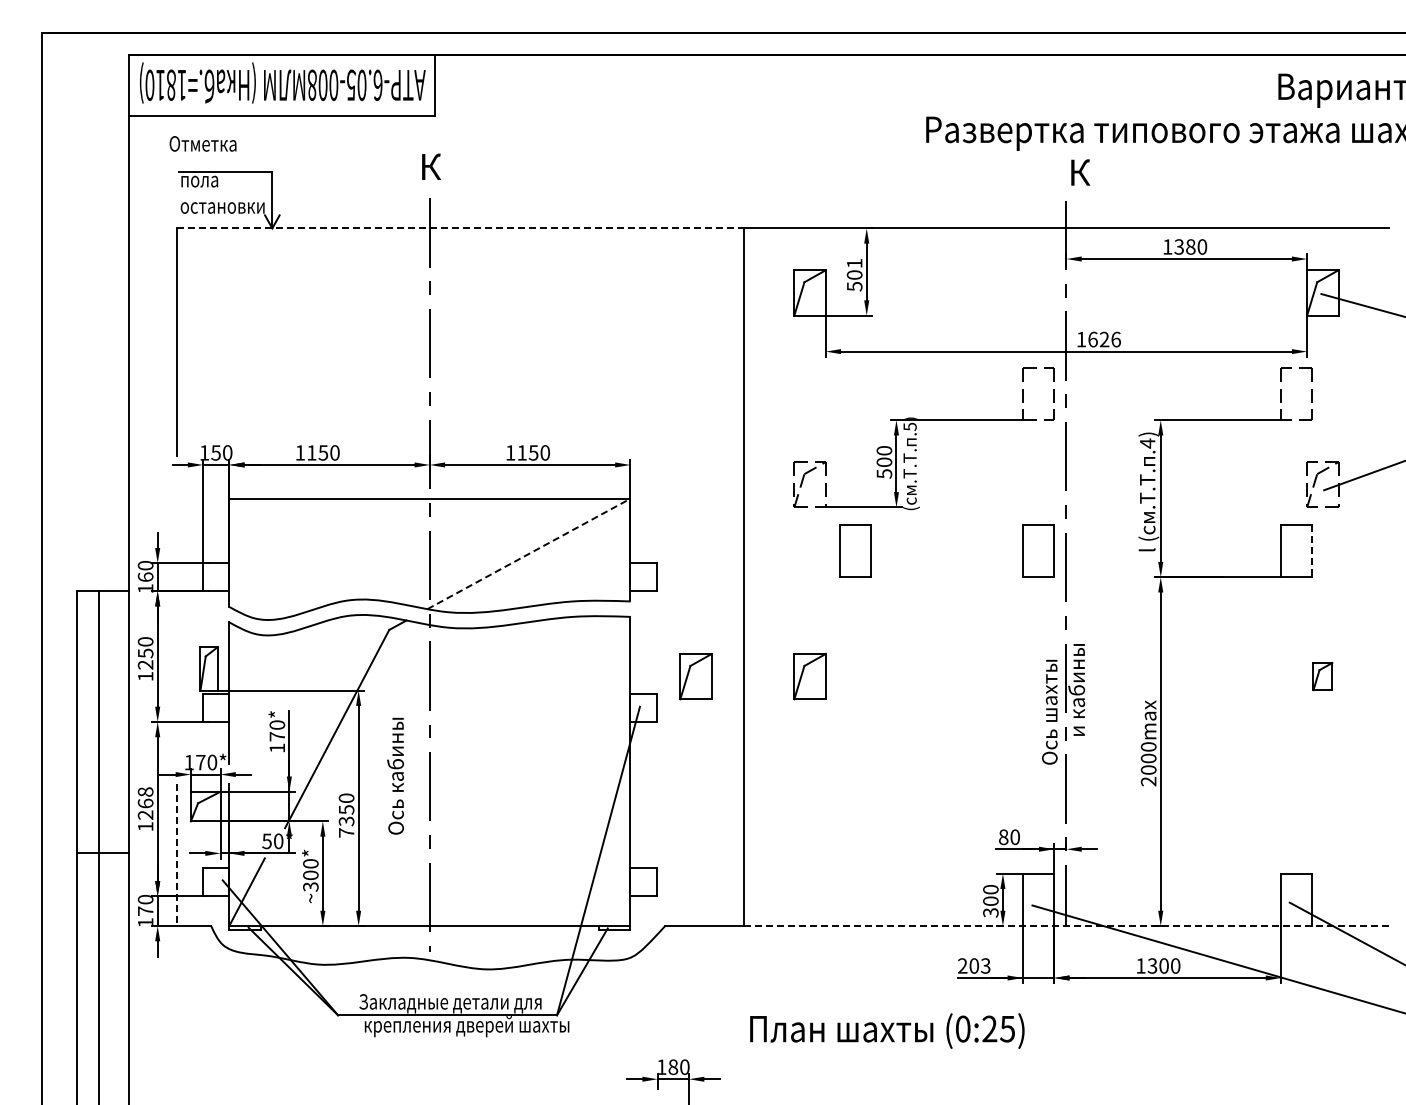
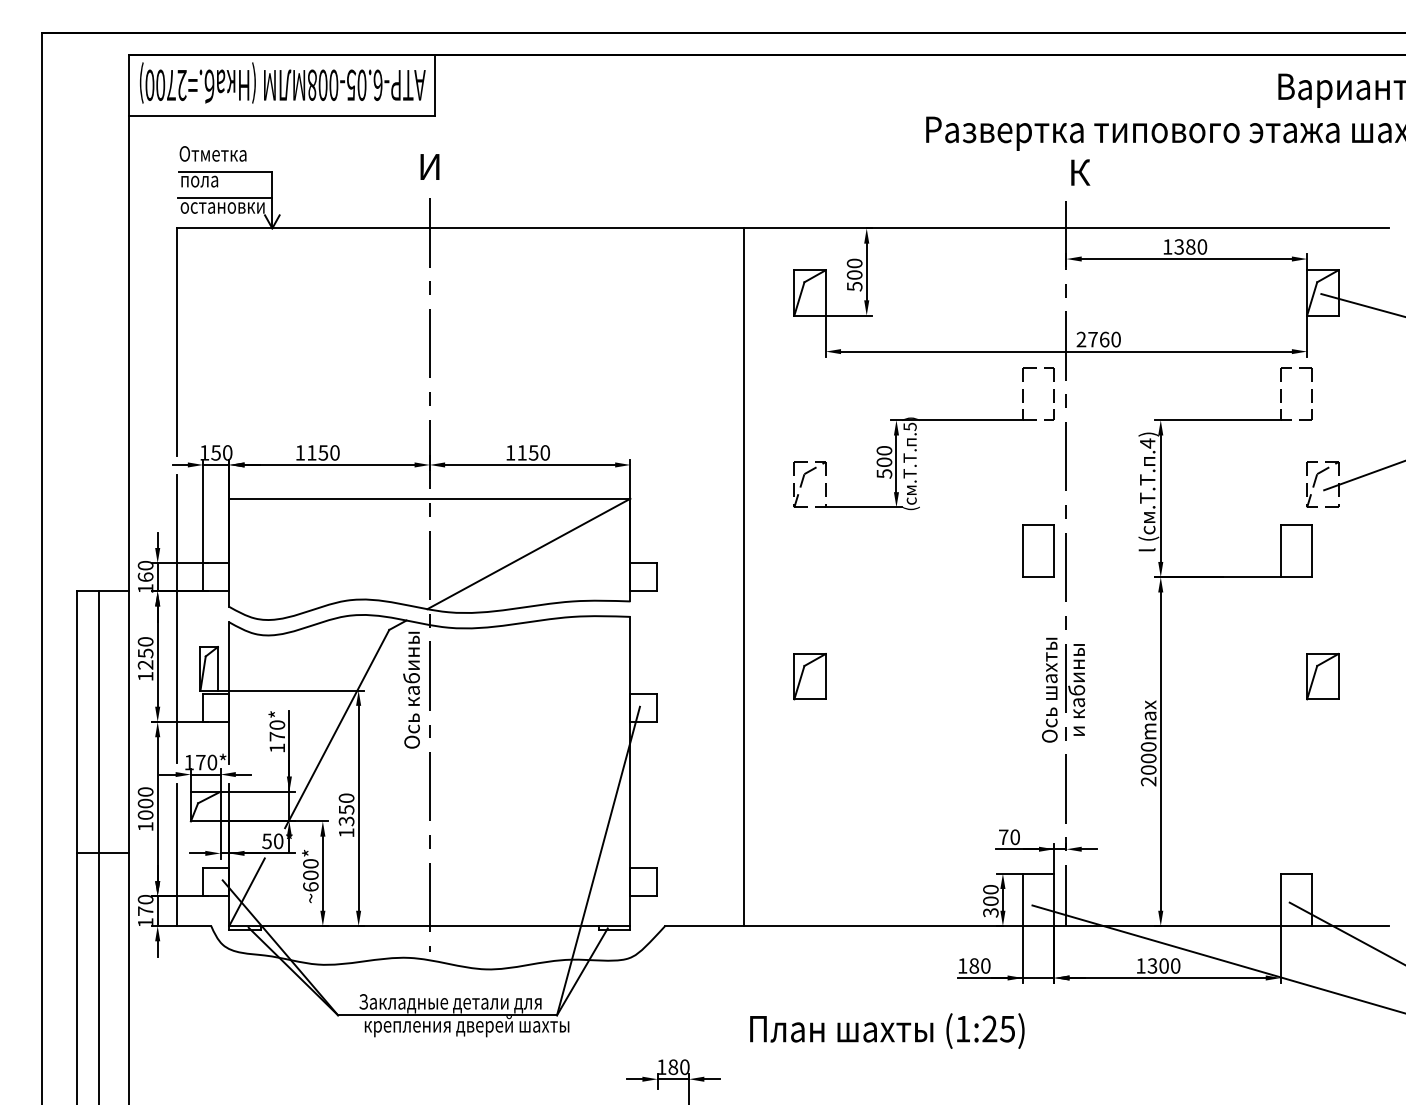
text at (171, 85): .=1810) -> .=2700)
text at (202, 143) position: (202, 143) -> (212, 153)
text at (430, 166): К -> И
line at (224, 197): none -> present
line at (460, 228): dashed -> solid
text at (854, 263): 501 -> 500
text at (1098, 339): 1626 -> 2760
part at (855, 550): present -> none
line at (1312, 551): dashed -> solid
line at (528, 553): dashed -> solid
line at (176, 618): none -> present
part at (695, 676): present -> none
part at (1322, 676) size: 22x31 px -> 34x49 px
text at (1049, 711) position: (1049, 711) -> (1049, 689)
text at (395, 775) position: (395, 775) -> (411, 689)
text at (145, 803): 1268 -> 1000
text at (346, 832): 7350 -> 1350
text at (1003, 837): 80 -> 70
line at (176, 855): dashed -> solid
text at (310, 886): ~300* -> ~600*
line at (1066, 926): dashed -> solid
text at (974, 965): 203 -> 180
text at (963, 1028): (0:25) -> (1:25)
